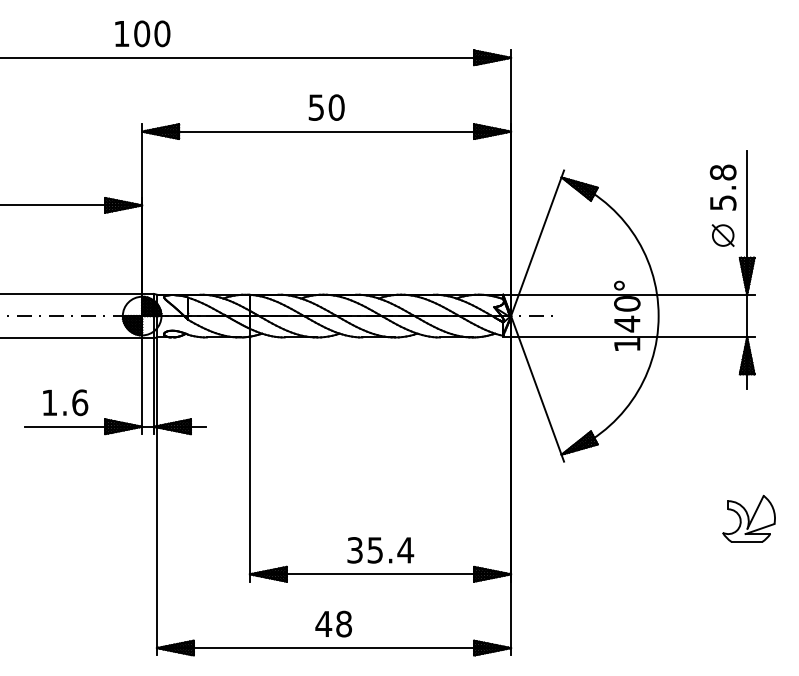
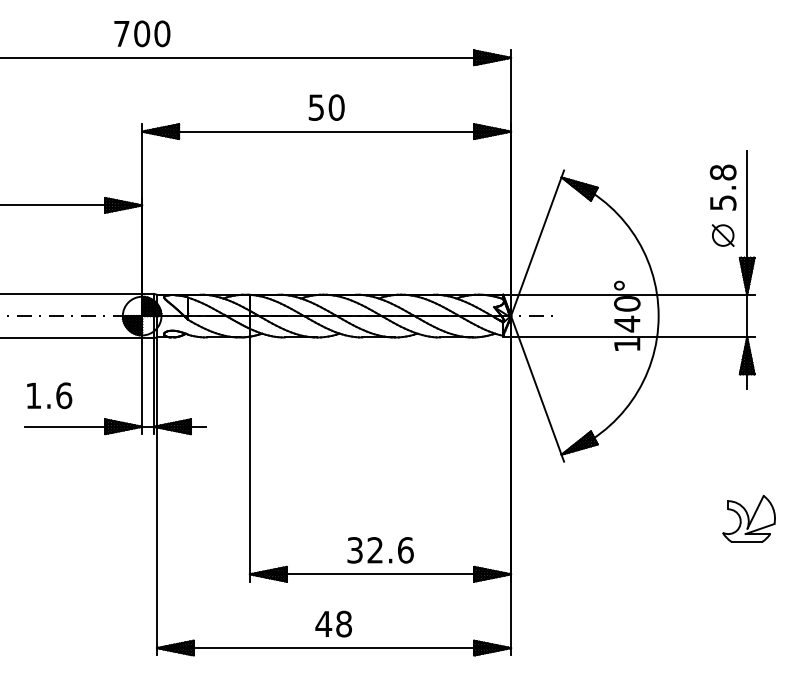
text at (121, 33): 100 -> 700
text at (65, 402) position: (65, 402) -> (49, 395)
text at (390, 550): 35.4 -> 32.6
